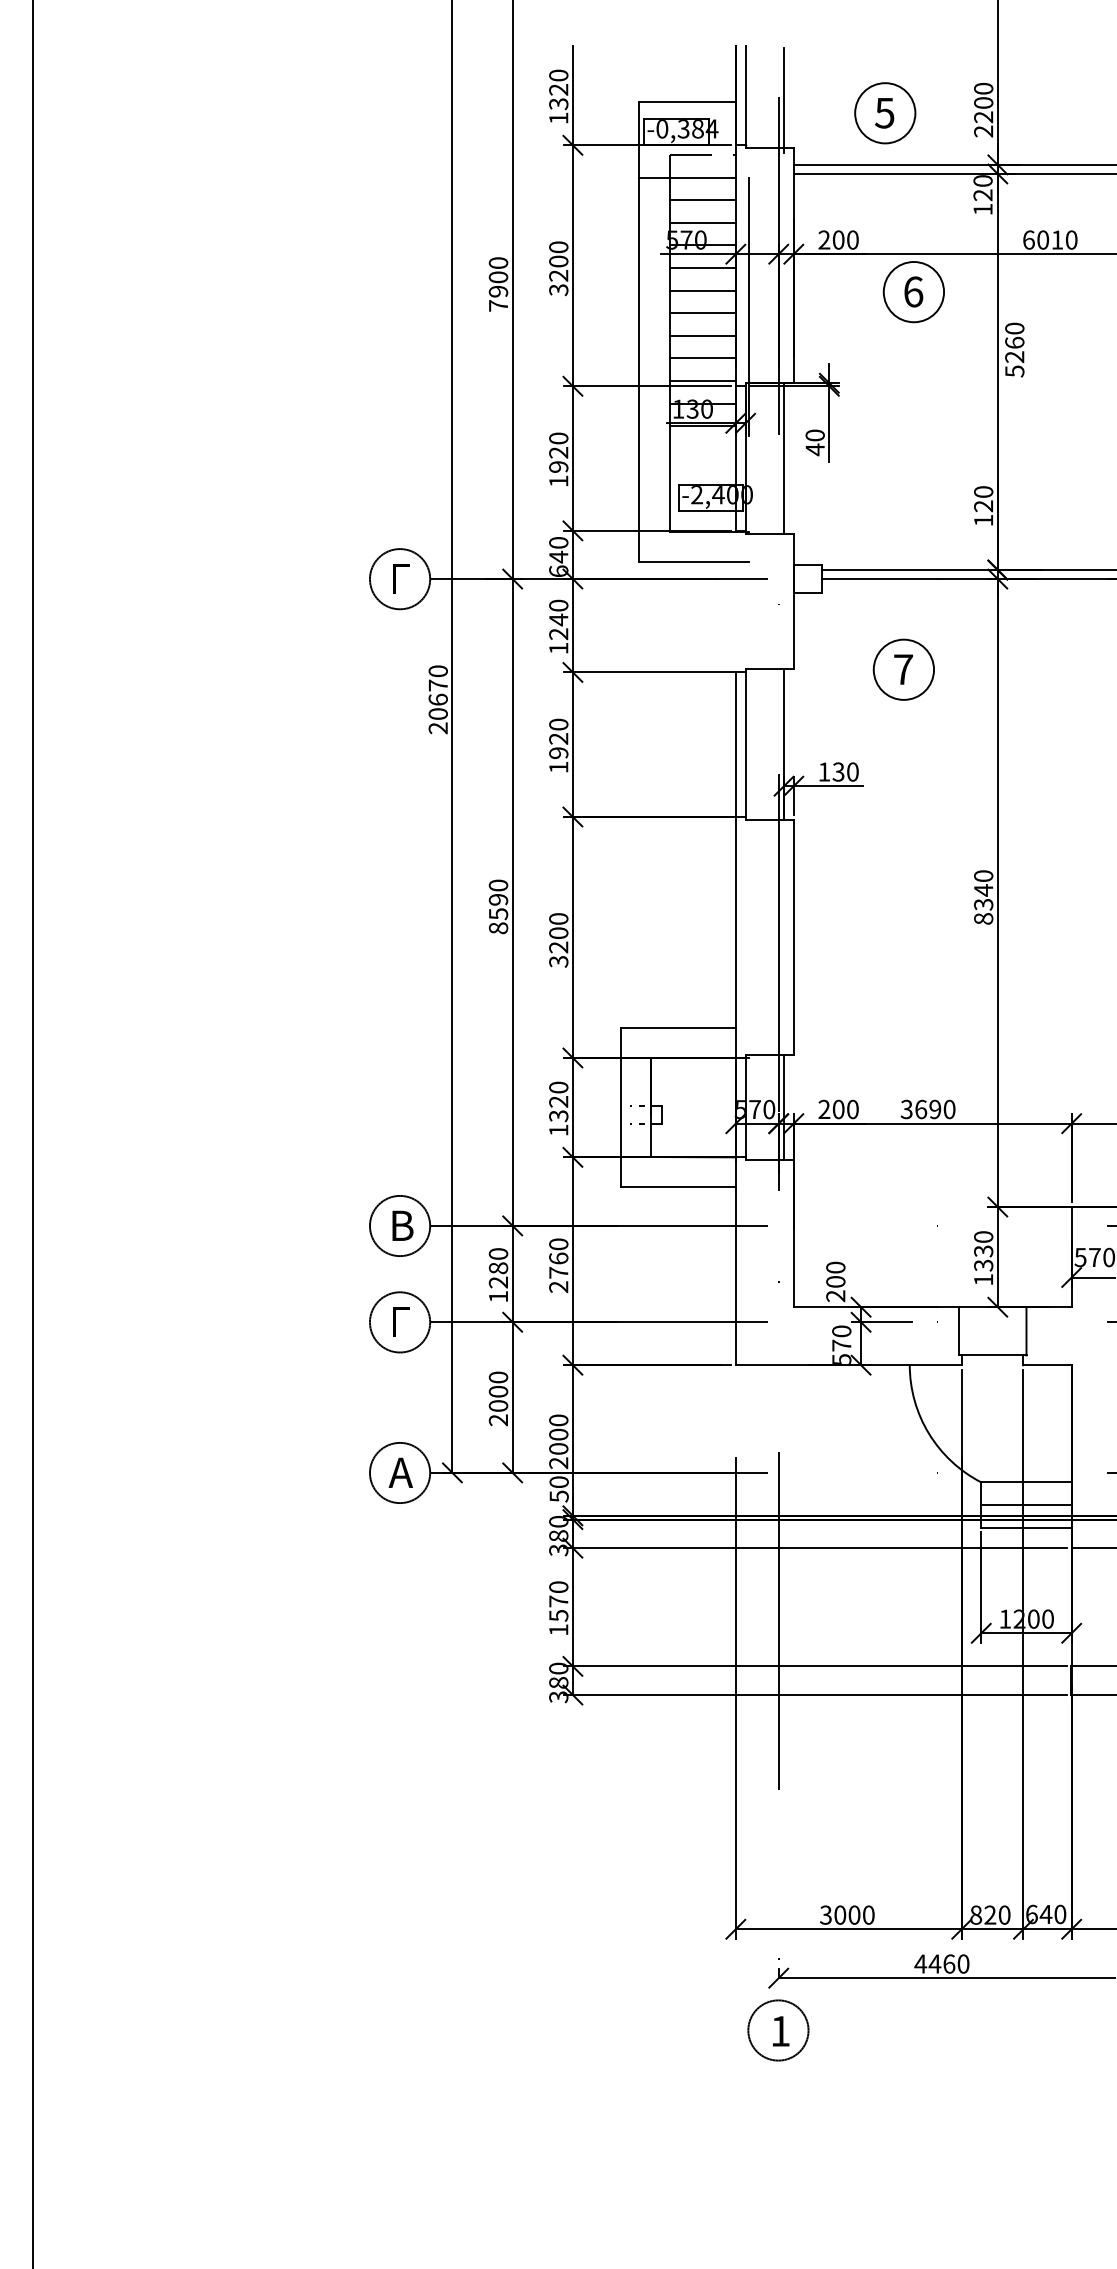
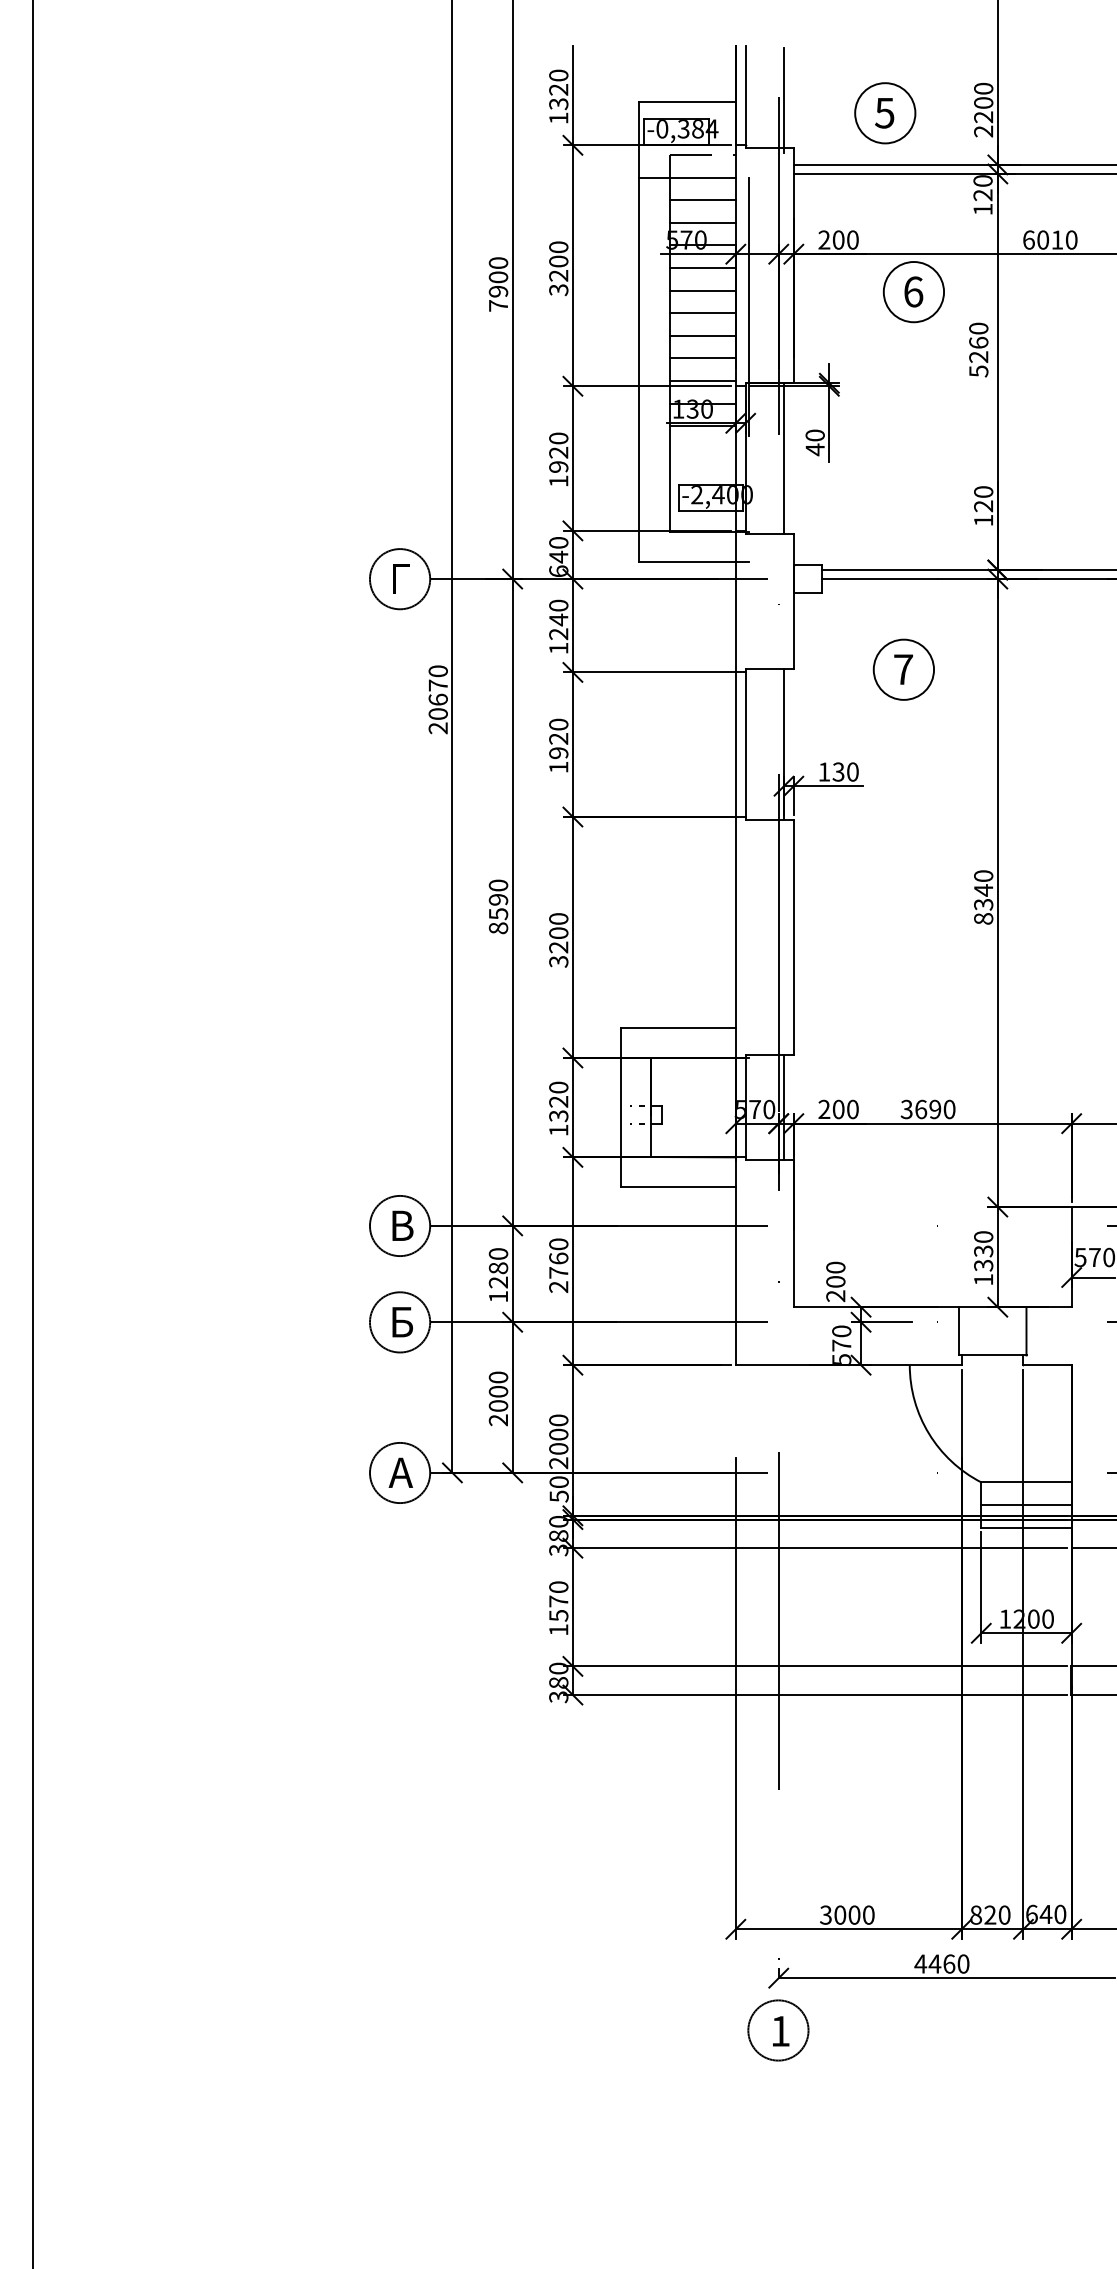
text at (1014, 349) position: (1014, 349) -> (978, 349)
line at (735, 601): none -> present
text at (402, 1322): Г -> Б
